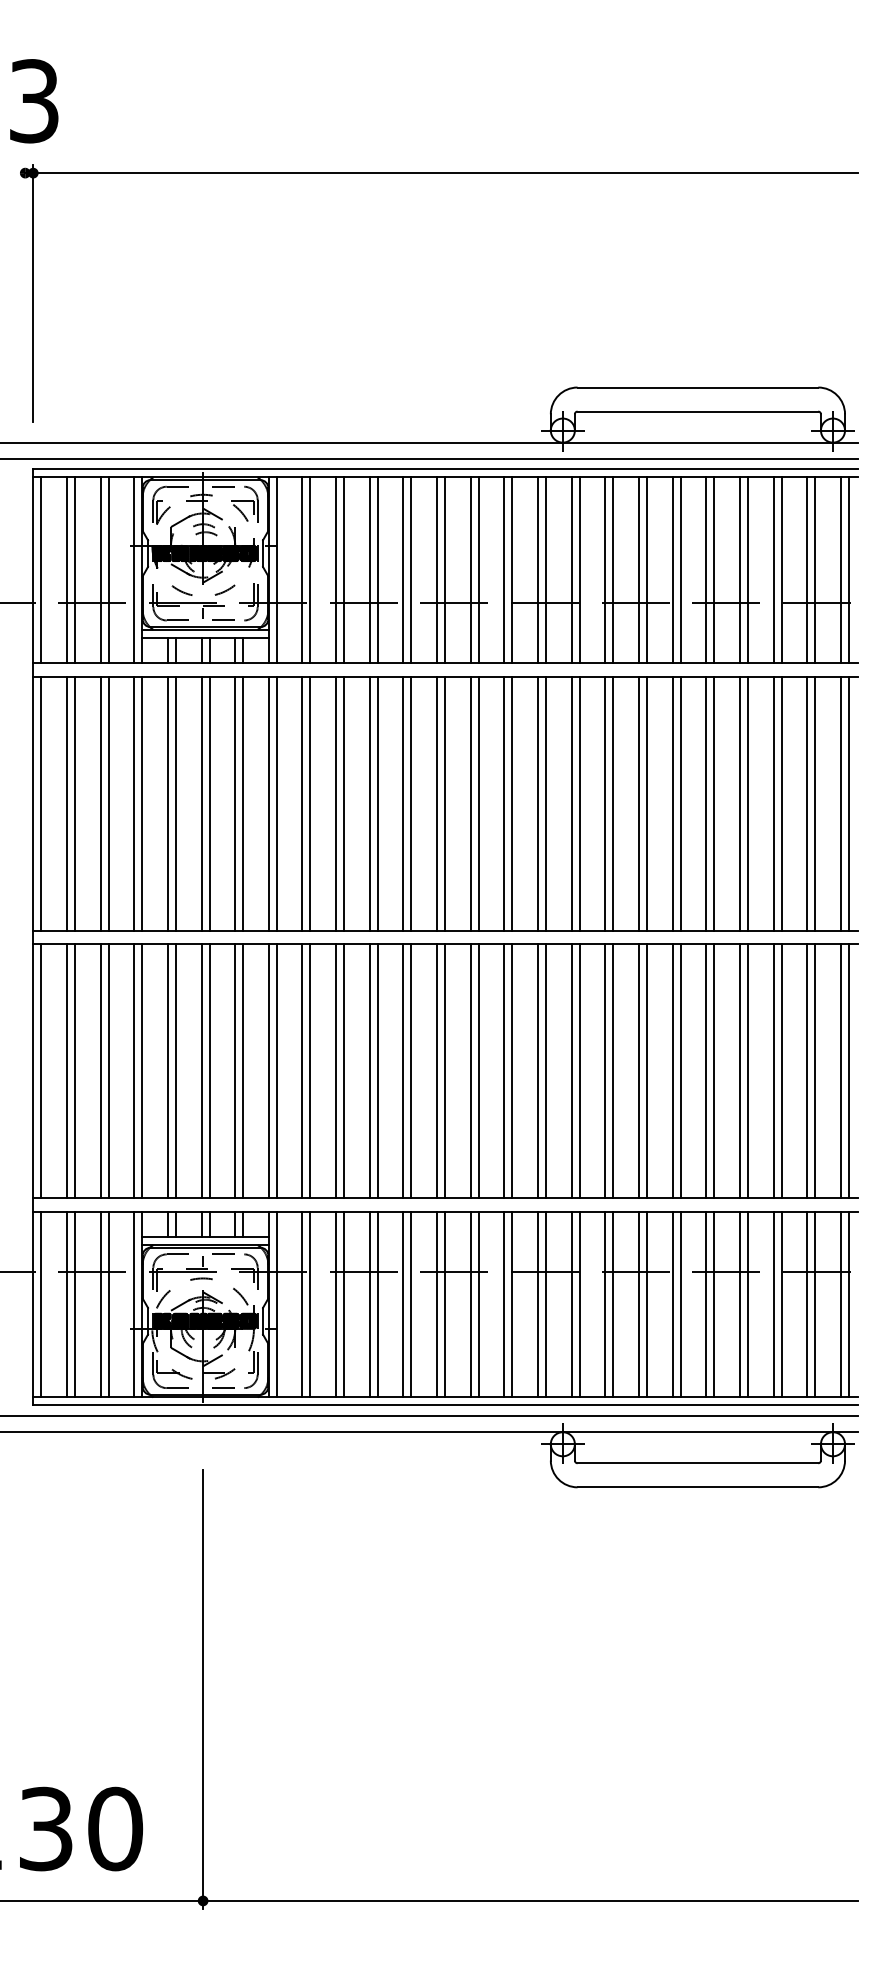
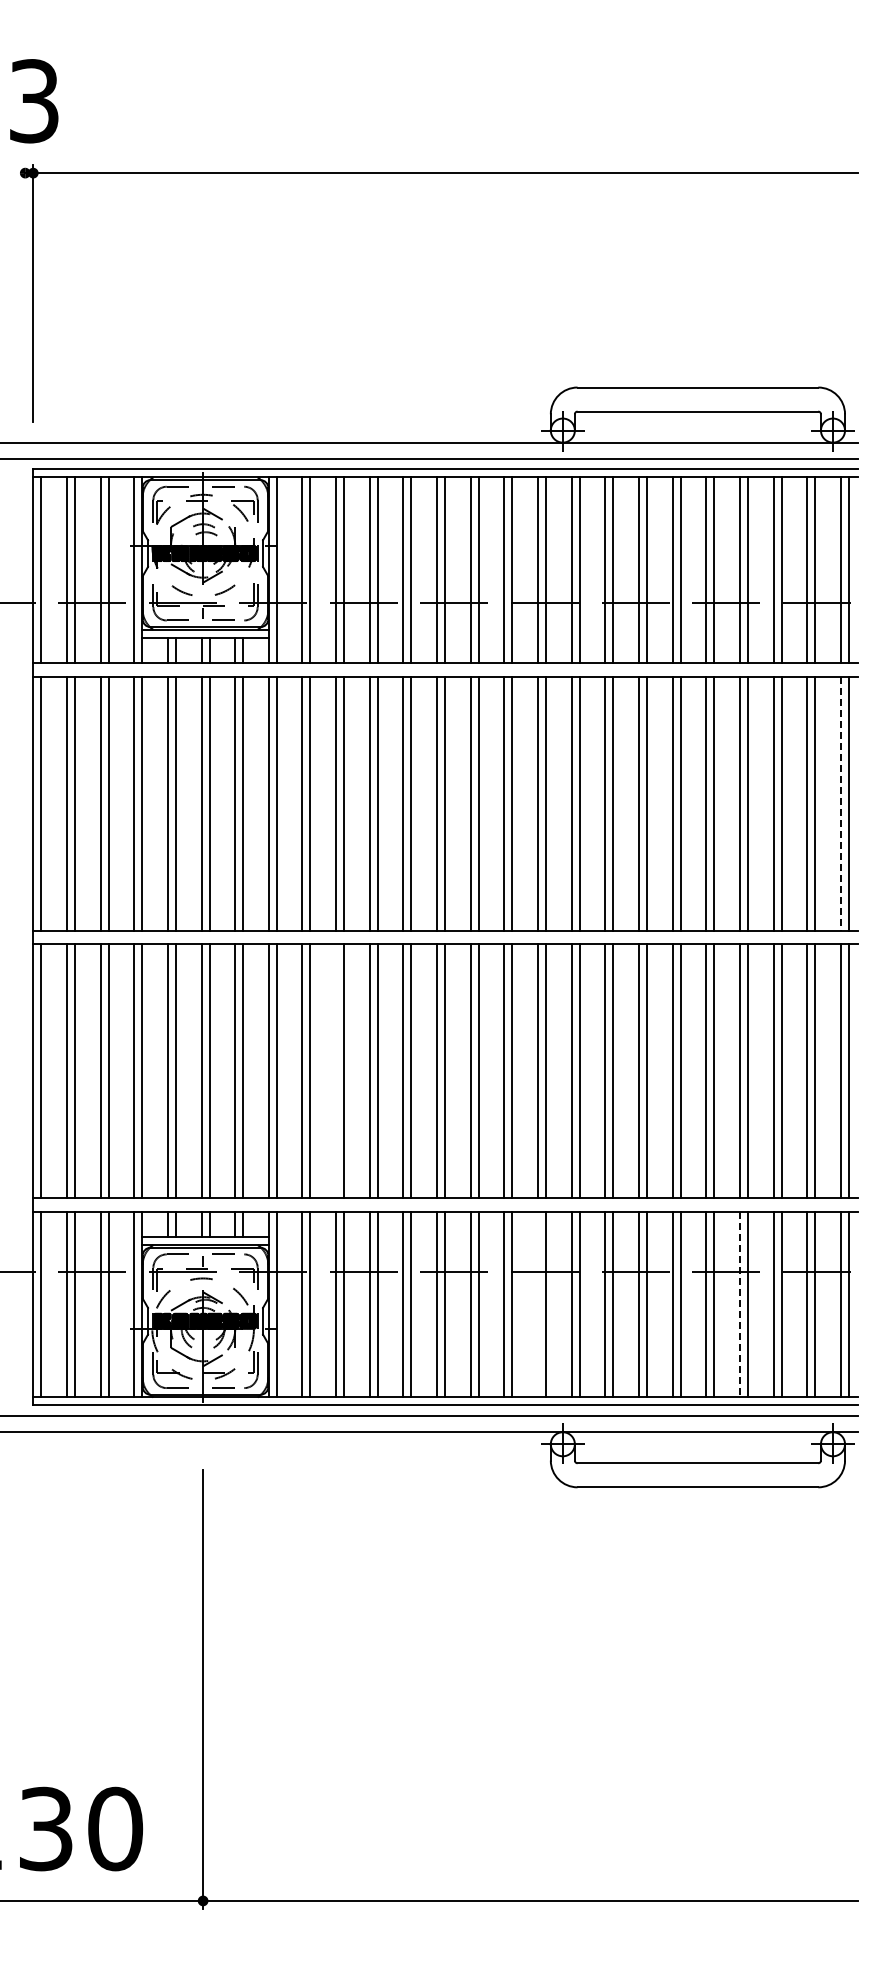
line at (840, 804): solid -> dashed
line at (336, 1071): present -> none
line at (537, 1304): present -> none
line at (739, 1304): solid -> dashed
